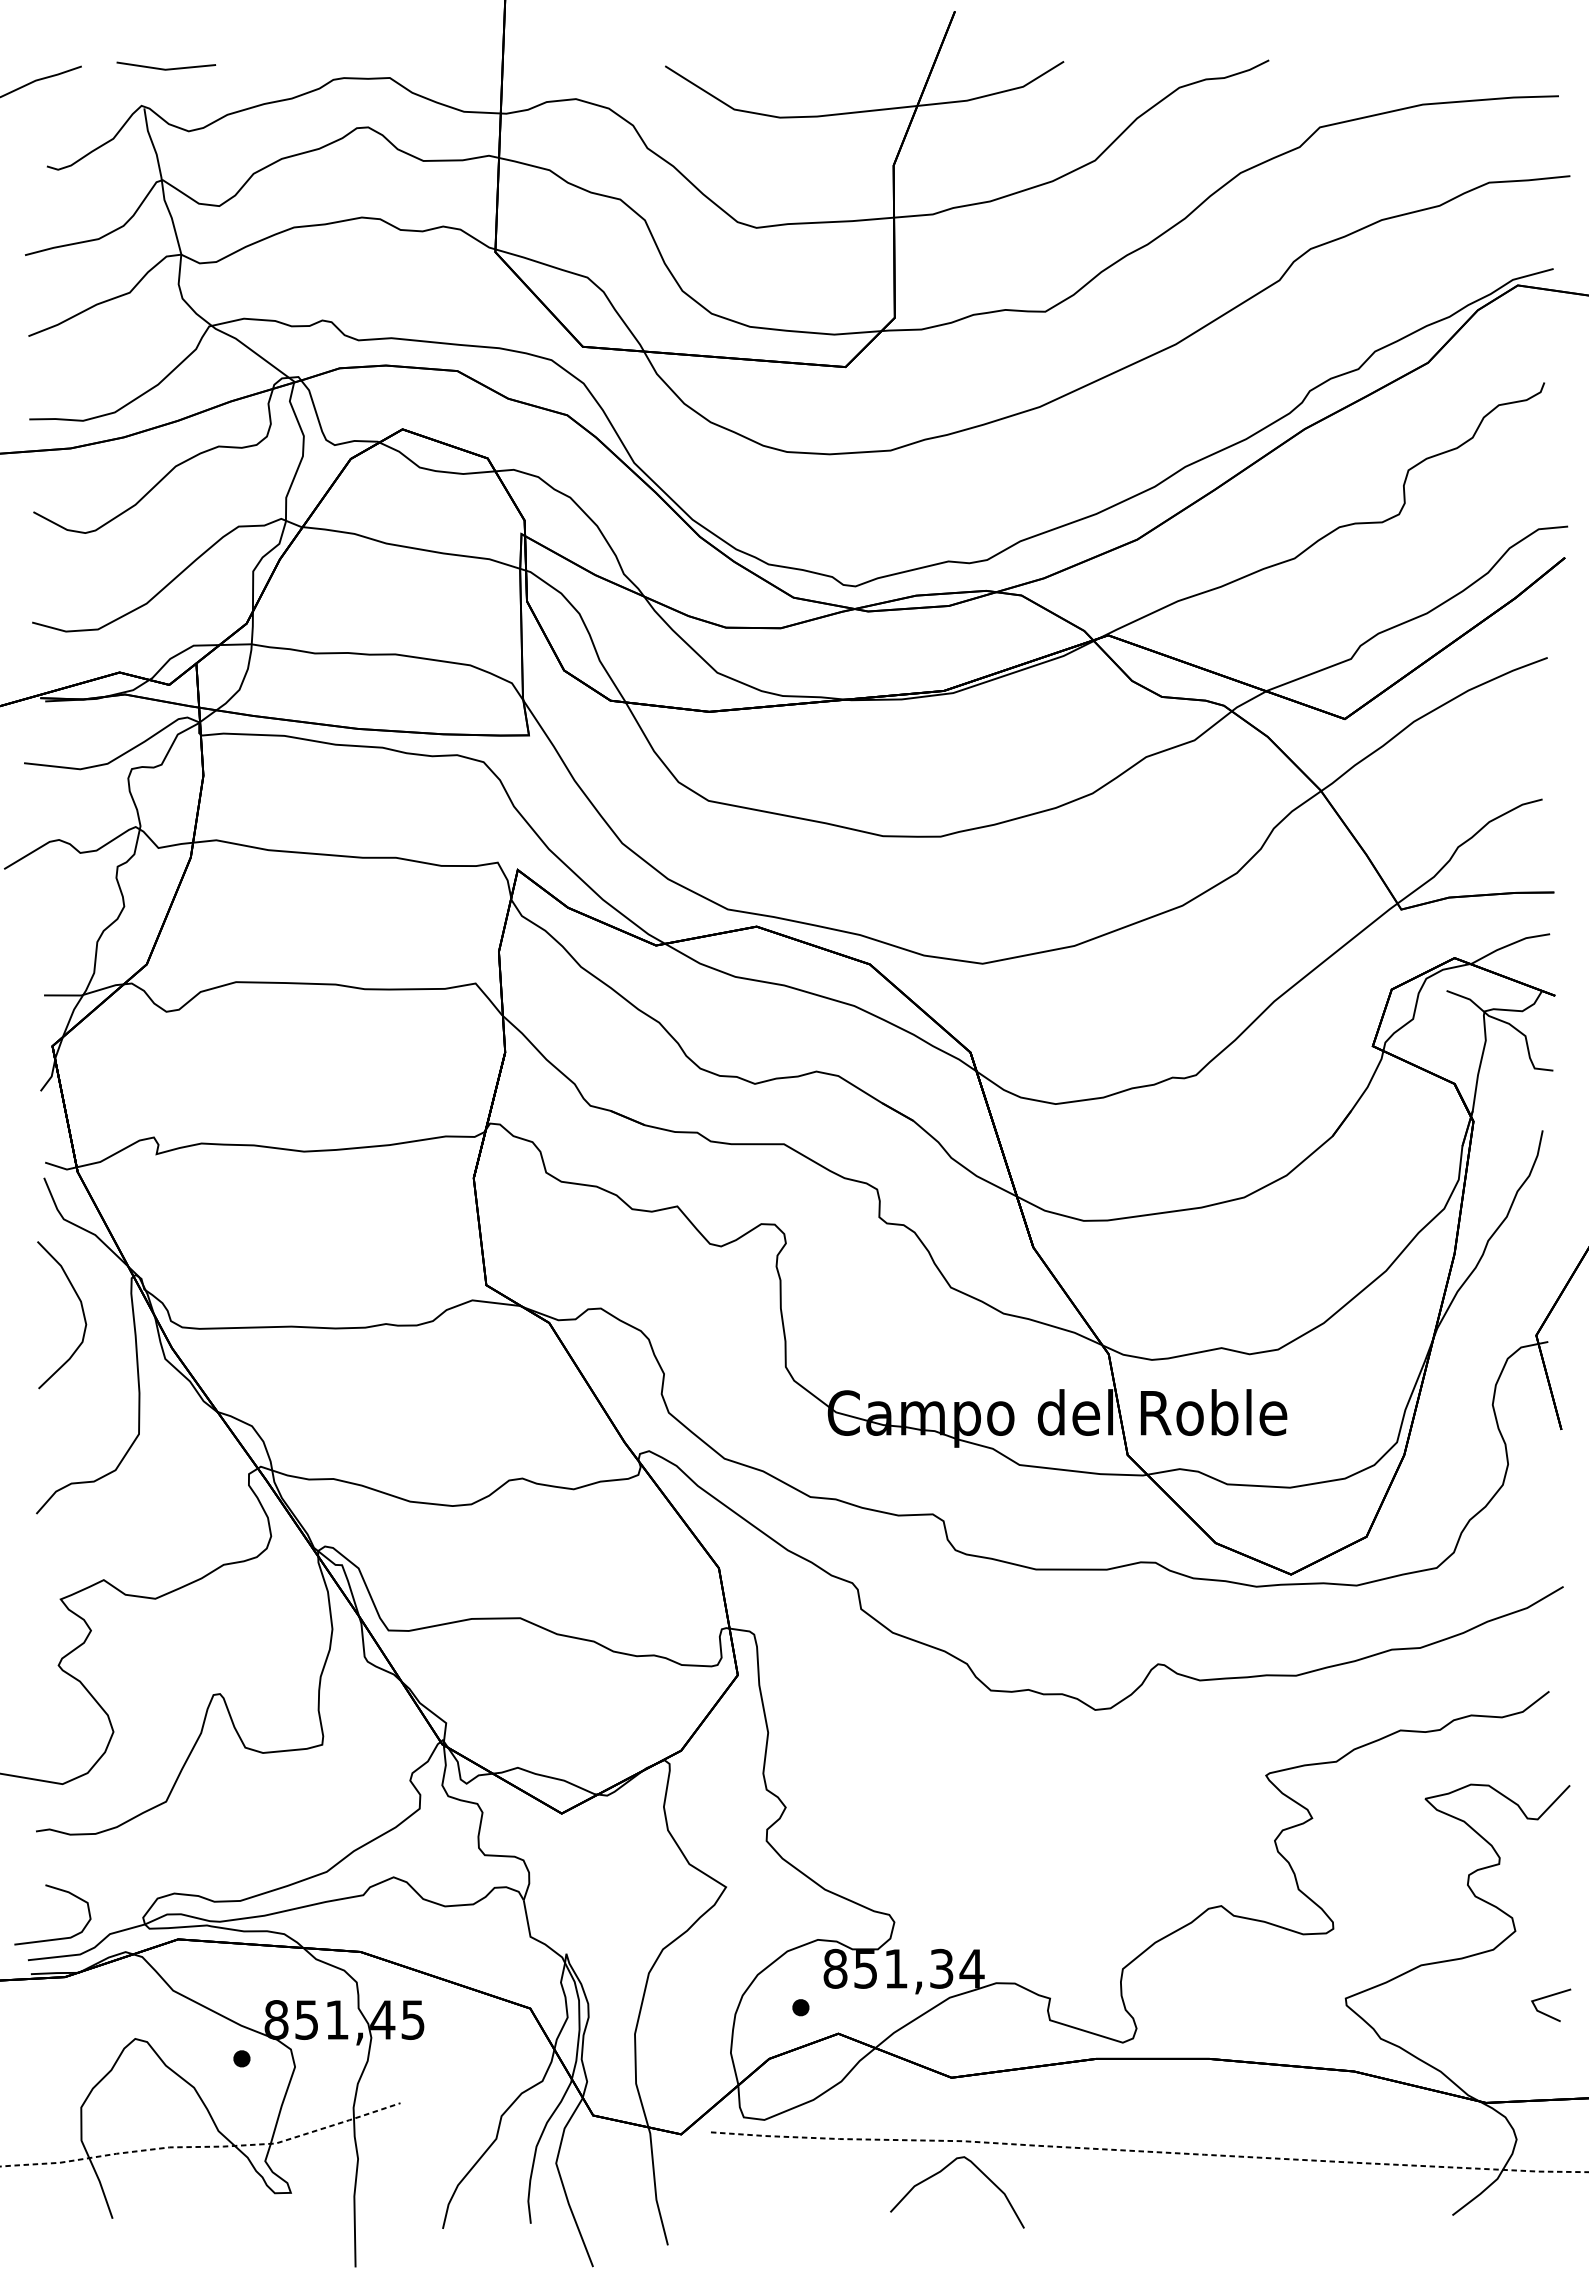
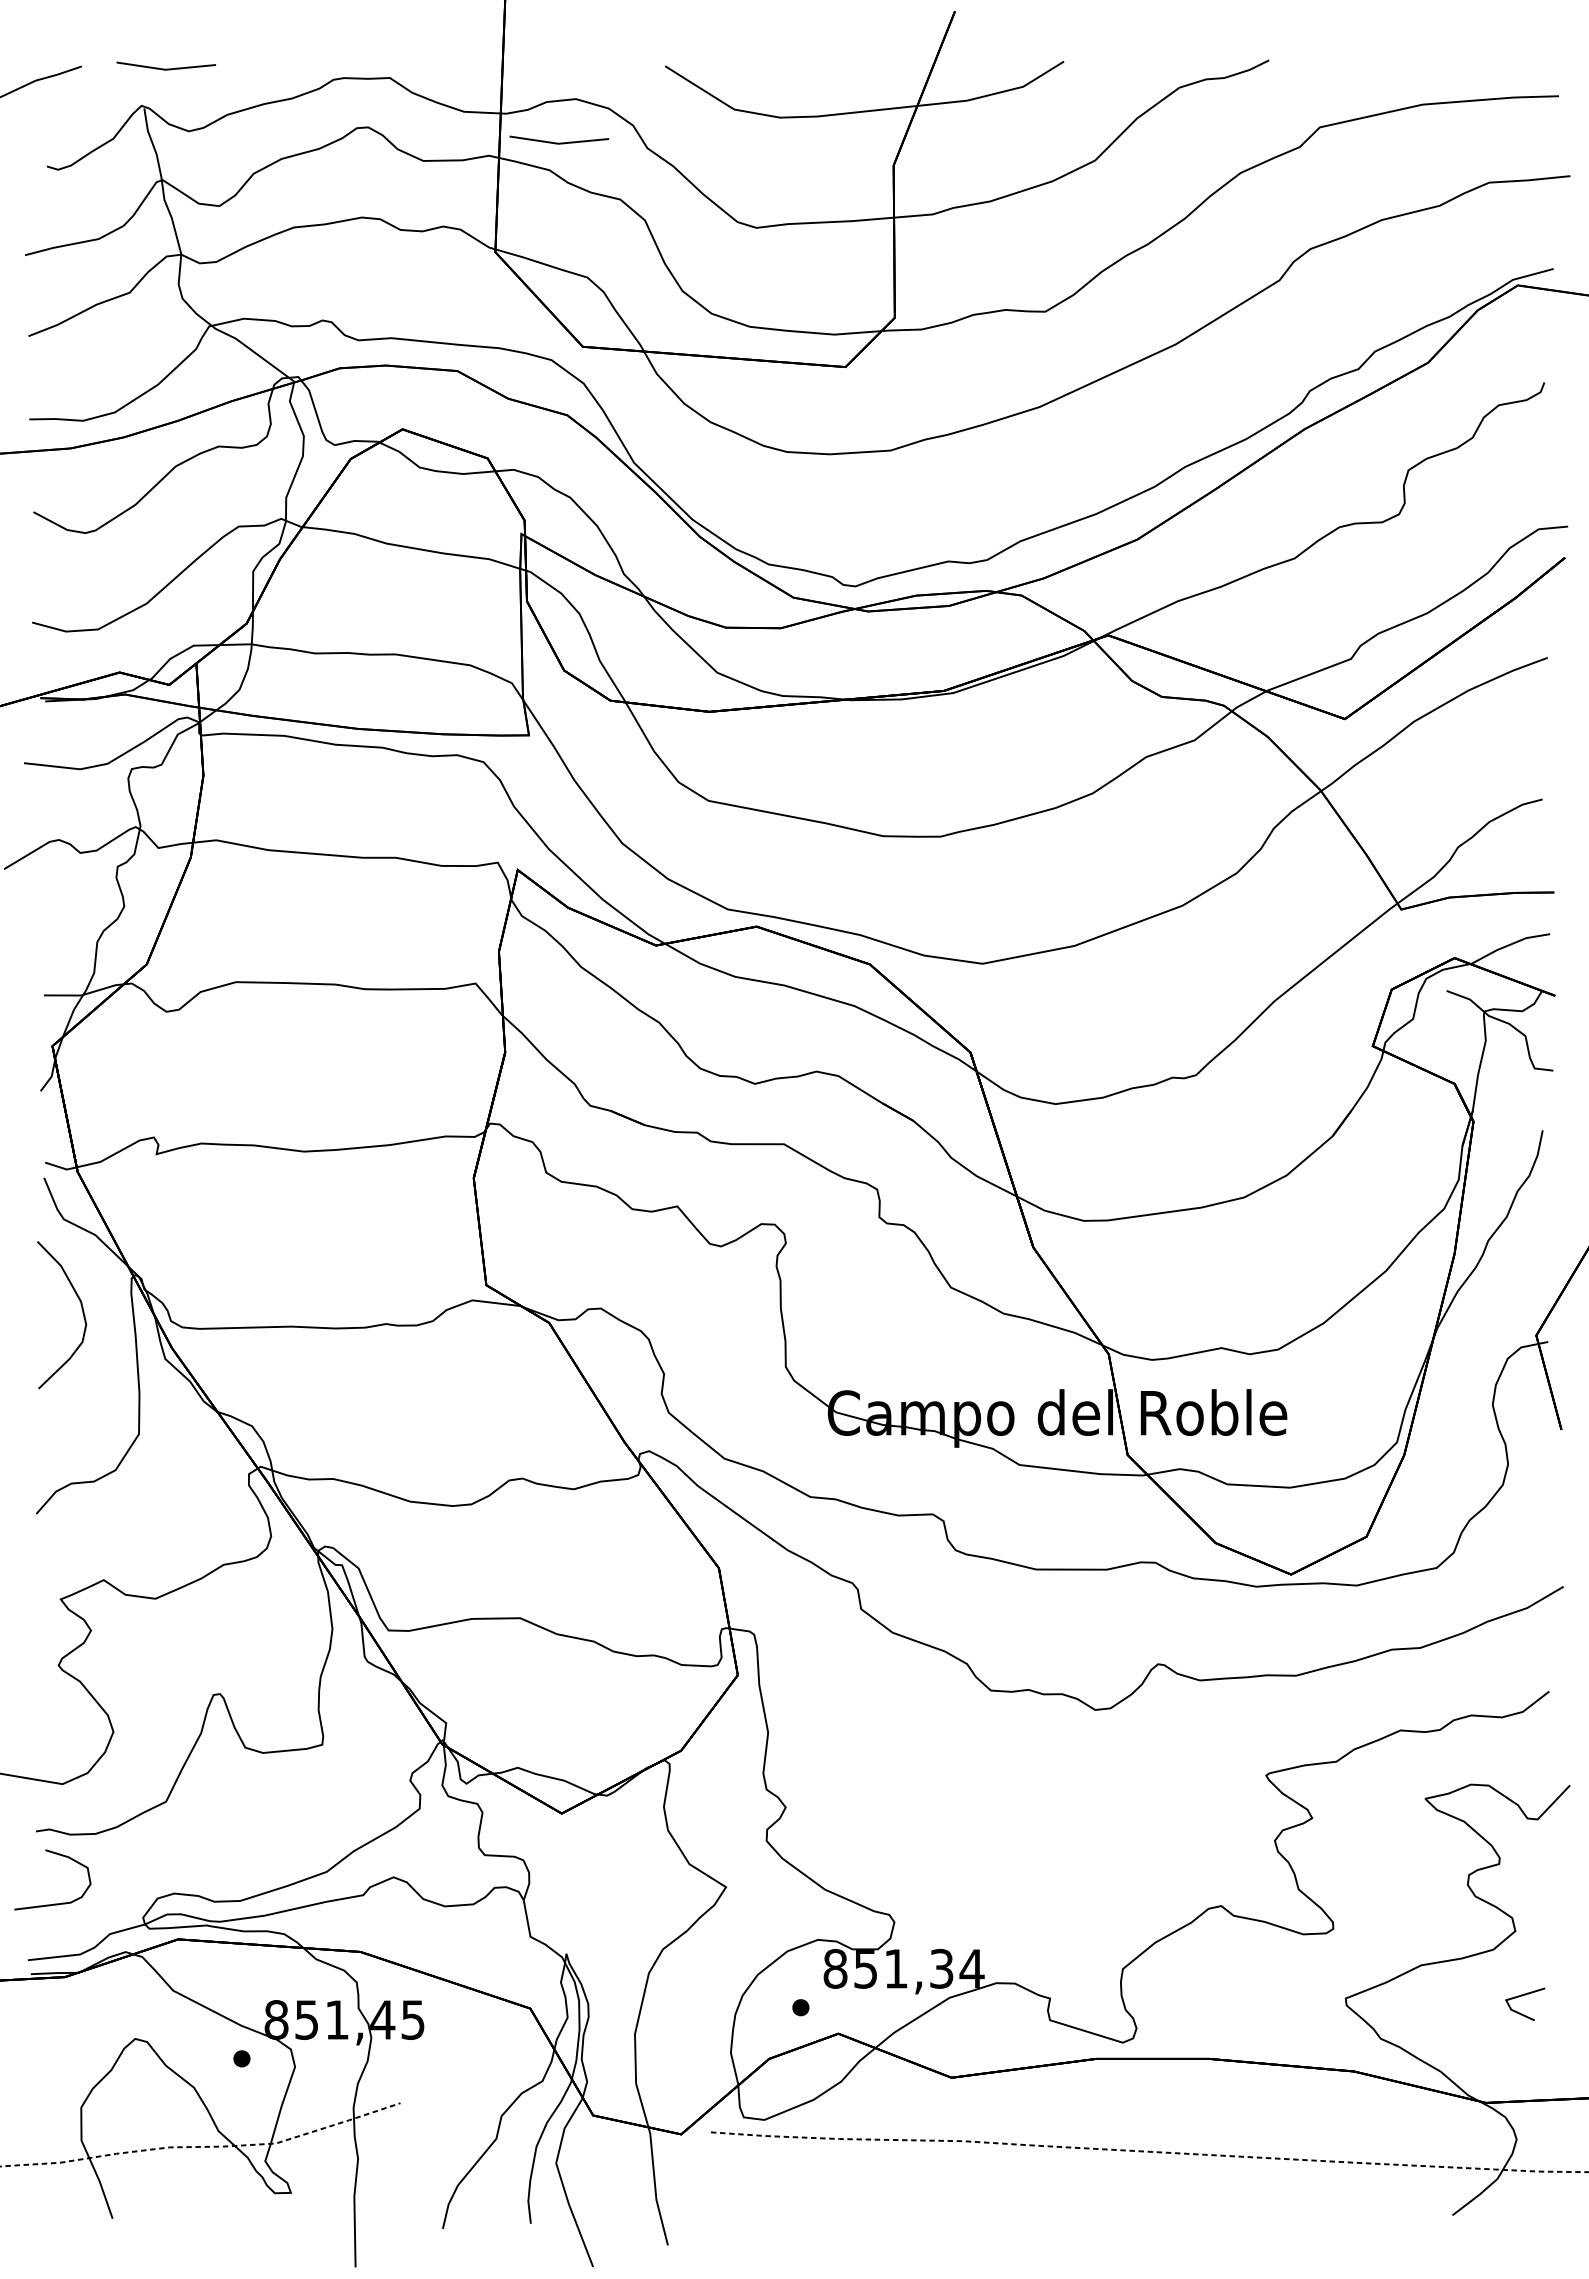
line at (559, 142): none -> present
curve at (53, 1938) position: (53, 1938) -> (53, 1903)
line at (1548, 1997) position: (1548, 1997) -> (1522, 1996)
curve at (942, 2171): present -> none
